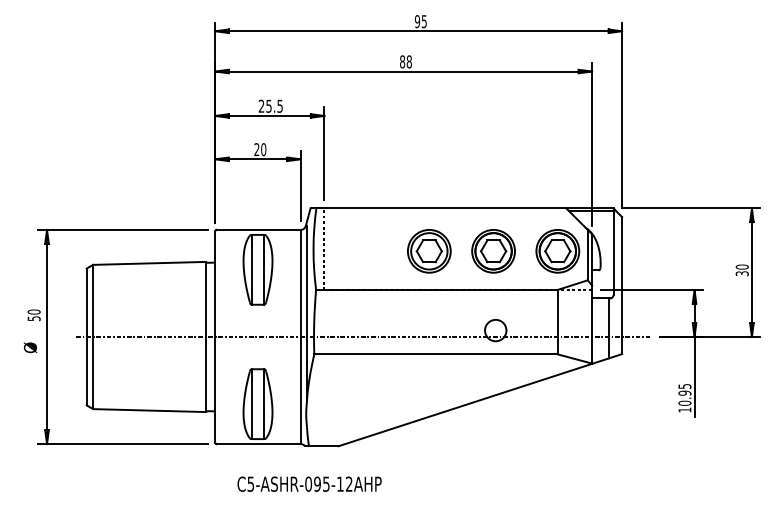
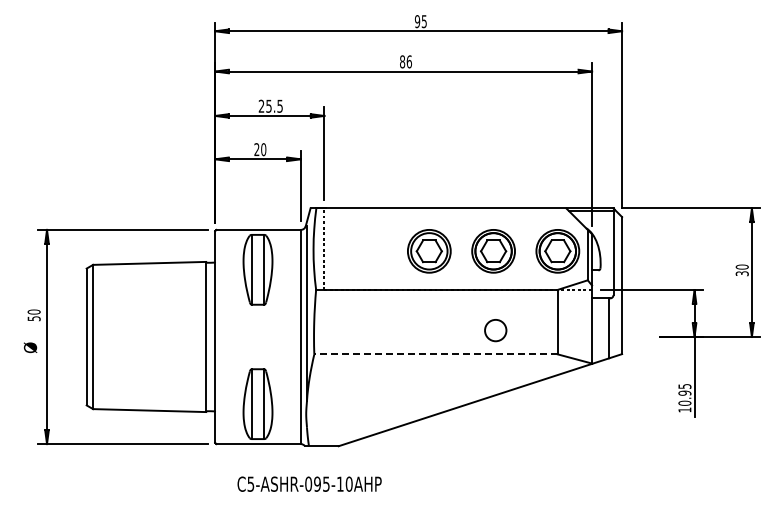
text at (408, 61): 88 -> 86
line at (363, 337): present -> none
line at (436, 354): solid -> dashed
text at (348, 483): C5-ASHR-095-12AHP -> C5-ASHR-095-10AHP
